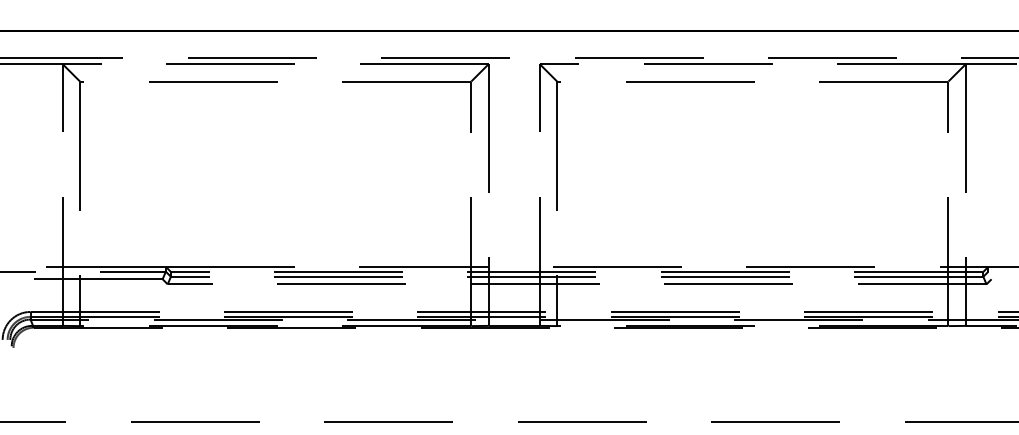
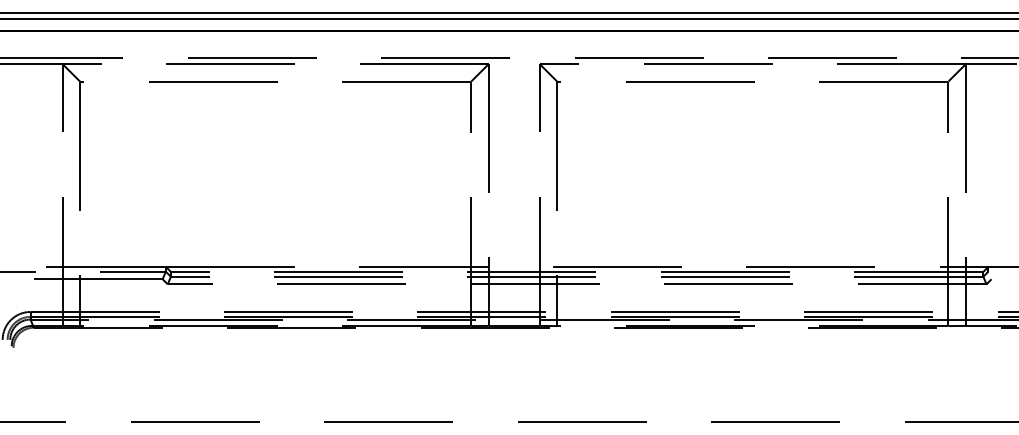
line at (508, 12): none -> present
line at (508, 18): none -> present
